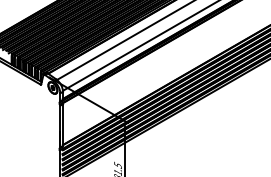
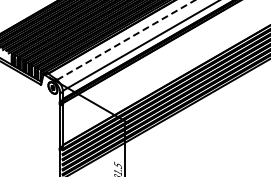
line at (126, 40): solid -> dashed
